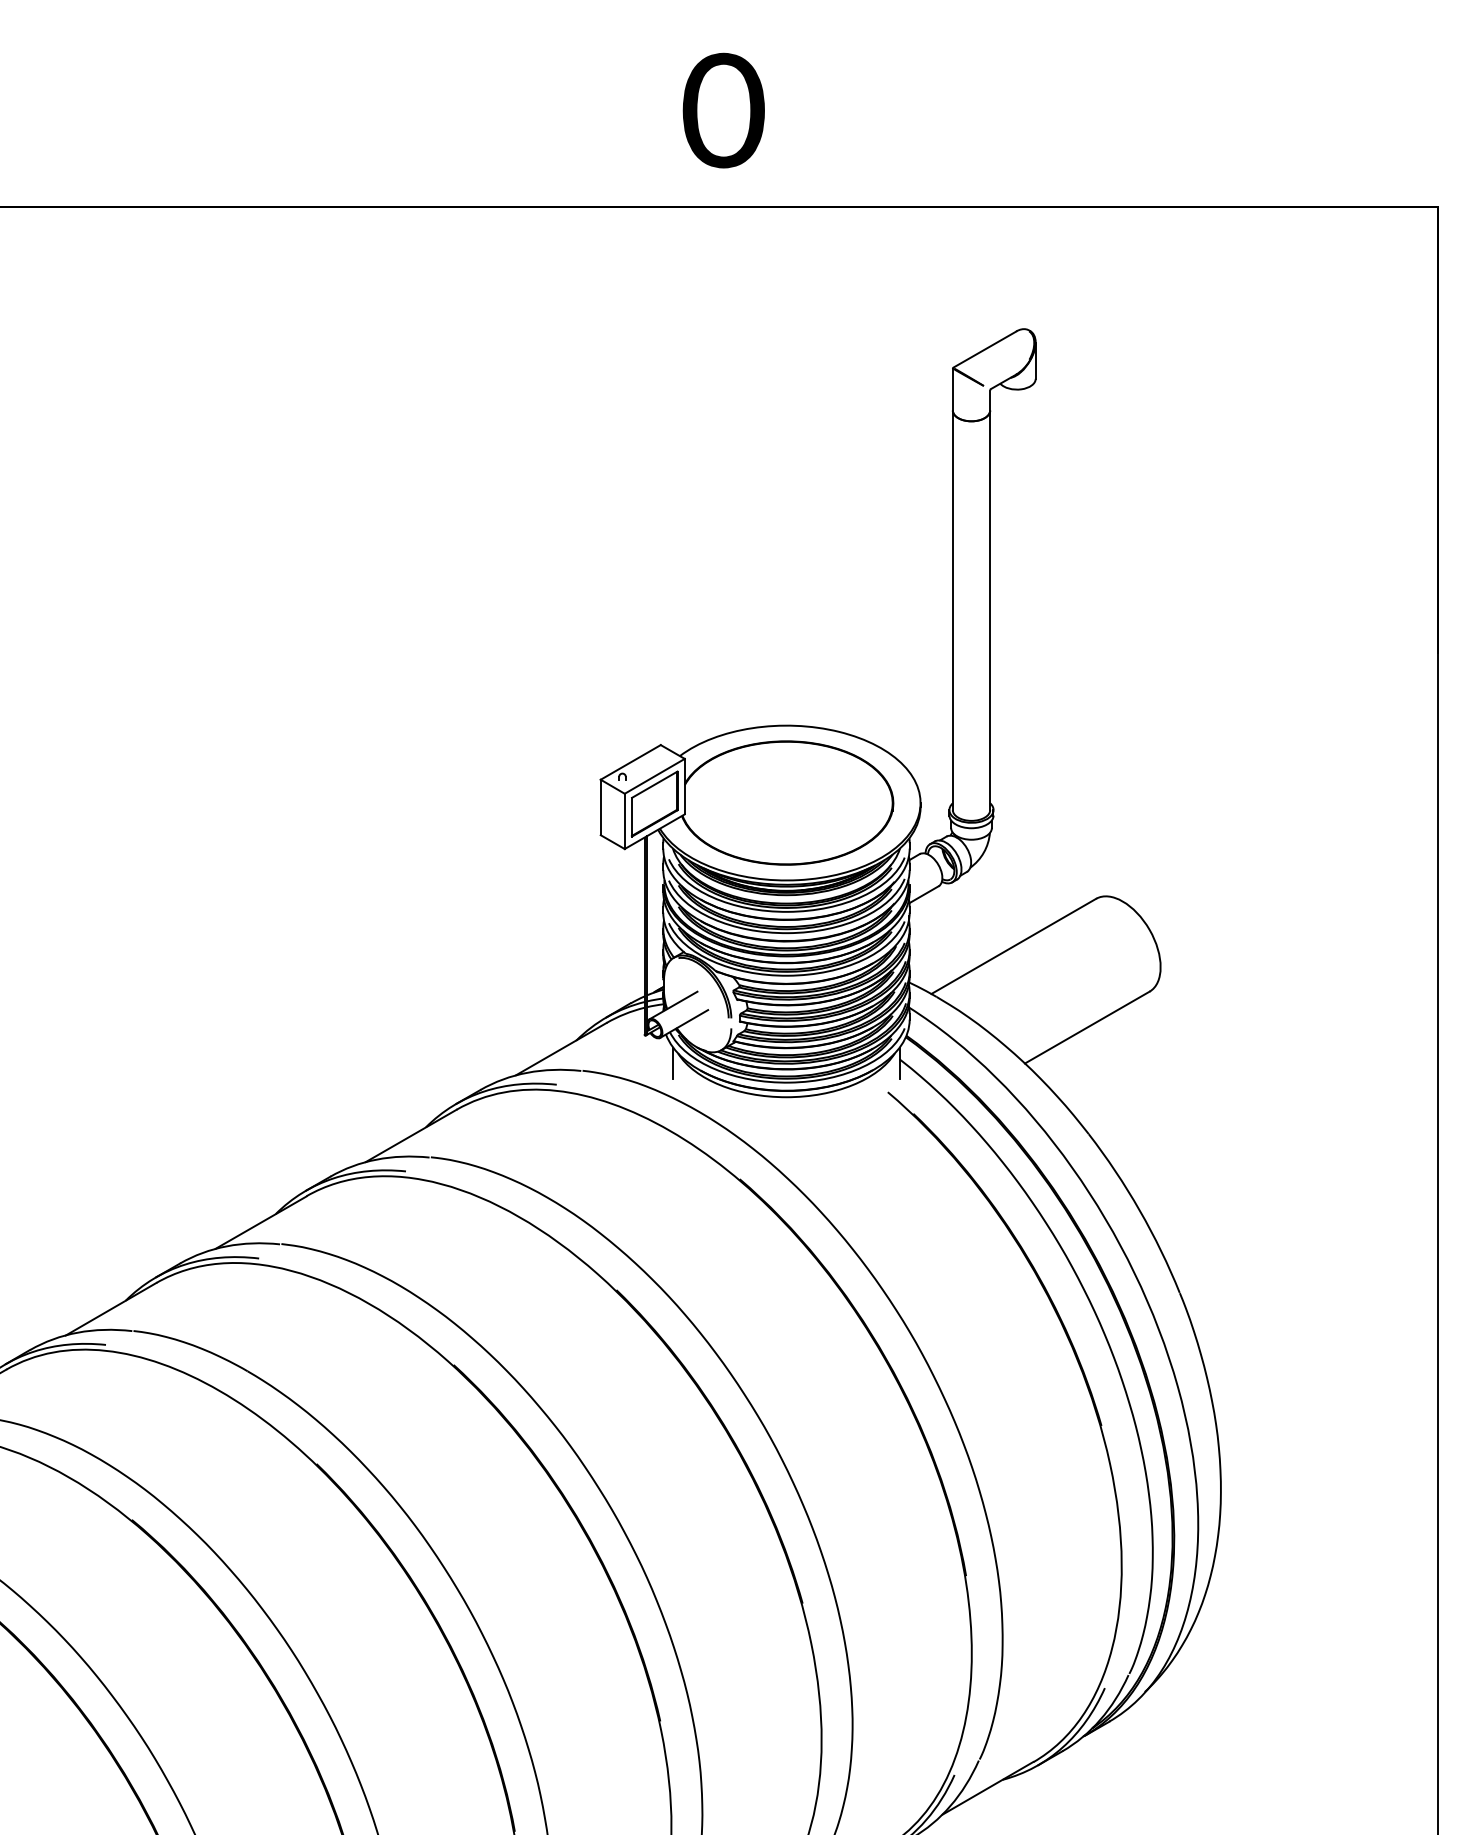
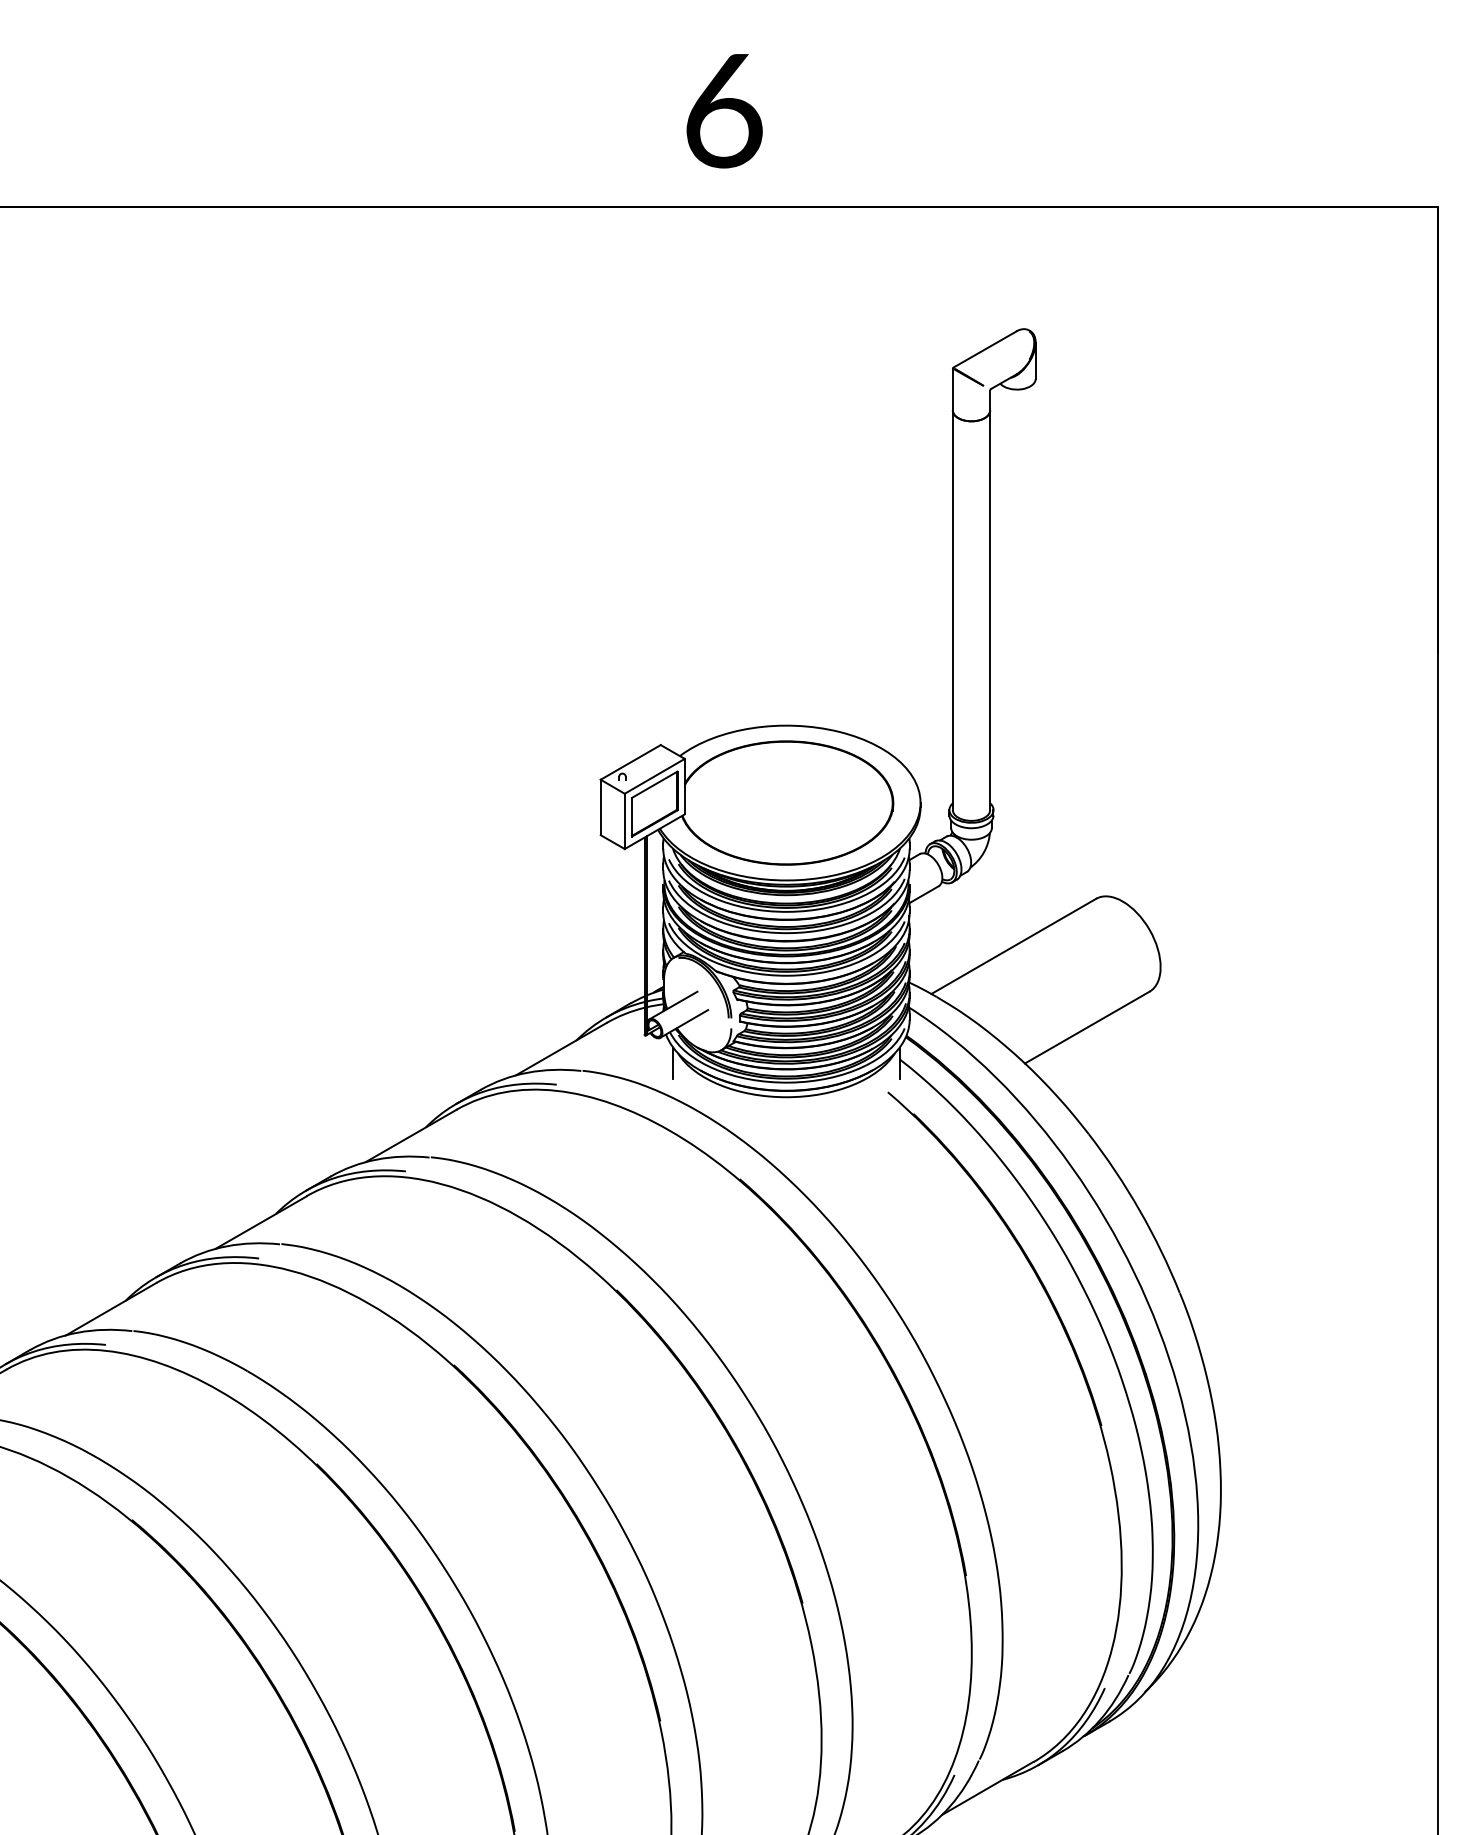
text at (723, 110): 0 -> 6
